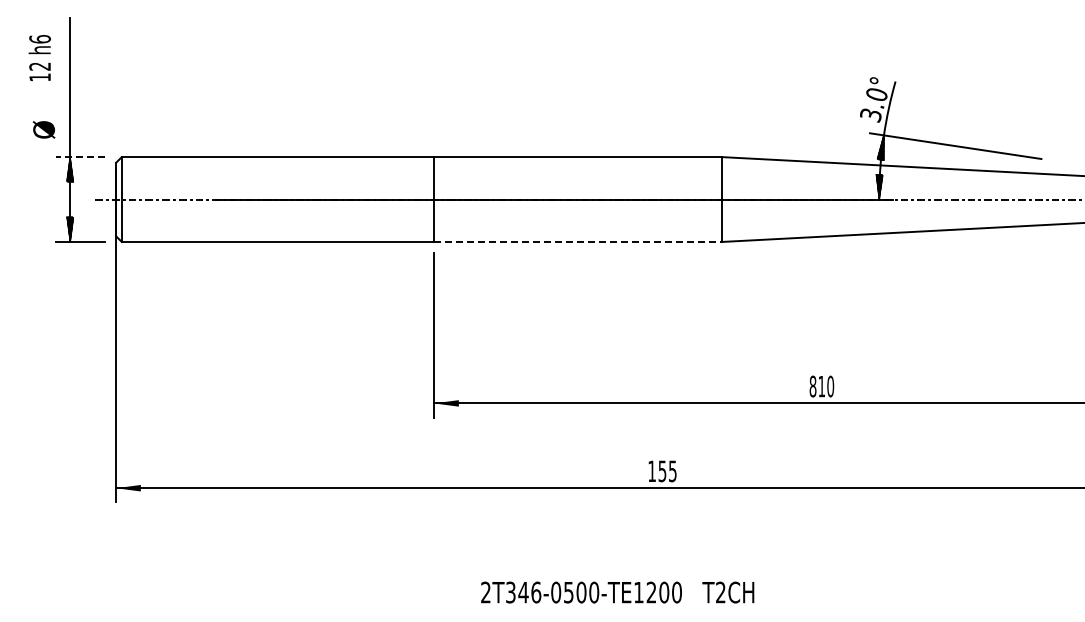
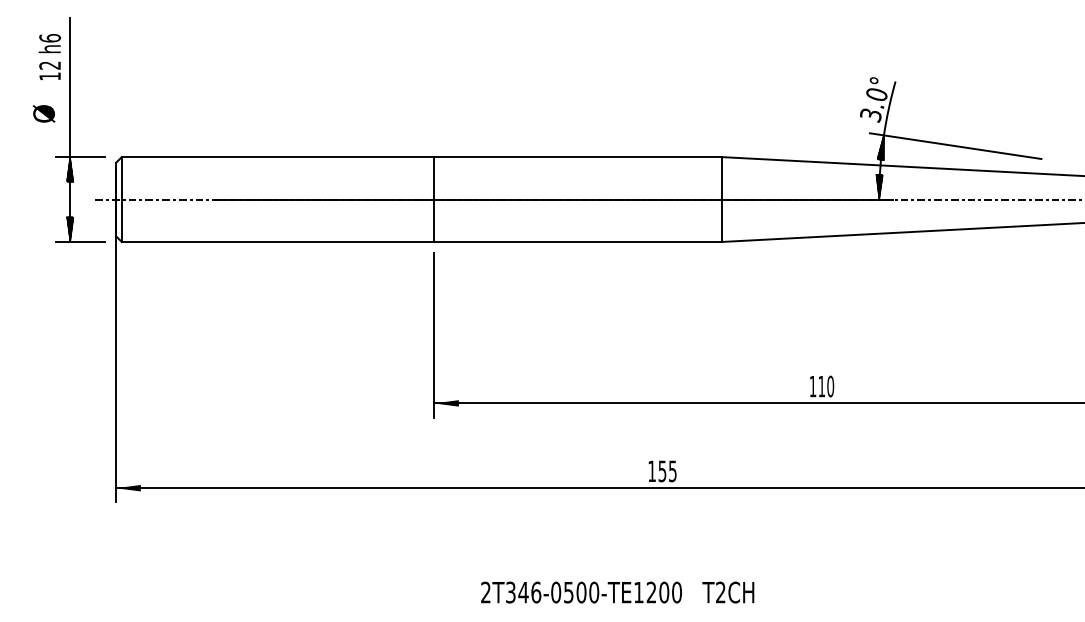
text at (39, 57) position: (39, 57) -> (49, 56)
text at (43, 129) position: (43, 129) -> (43, 113)
line at (80, 157): dashed -> solid
line at (578, 241): dashed -> solid
text at (812, 386): 810 -> 110
